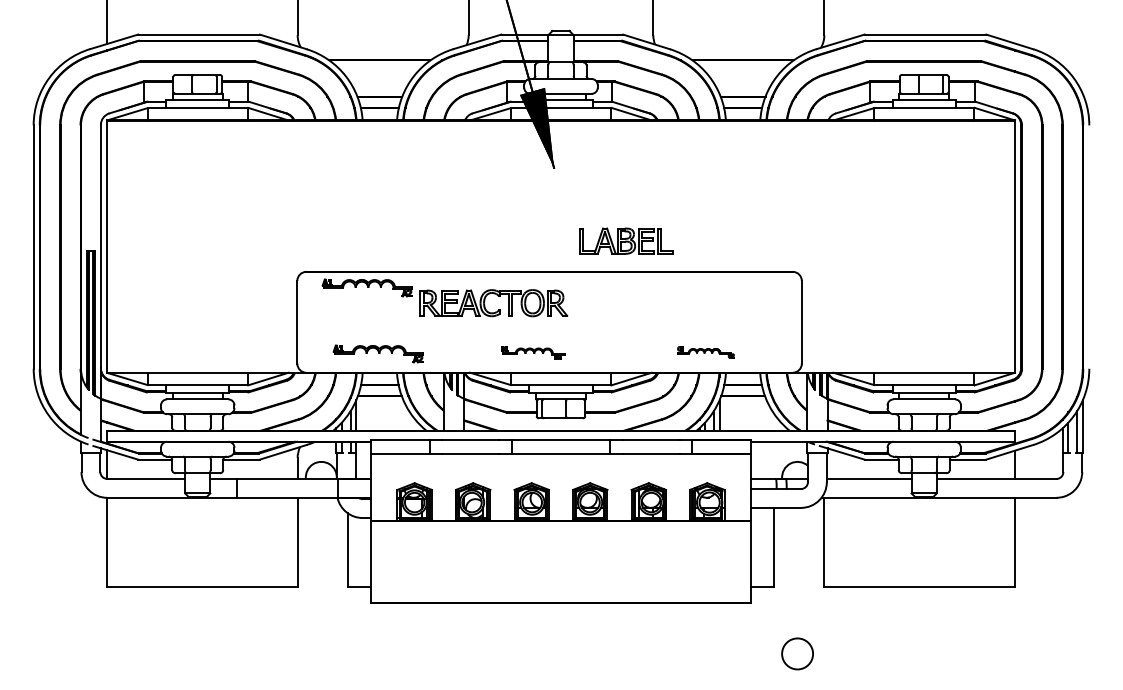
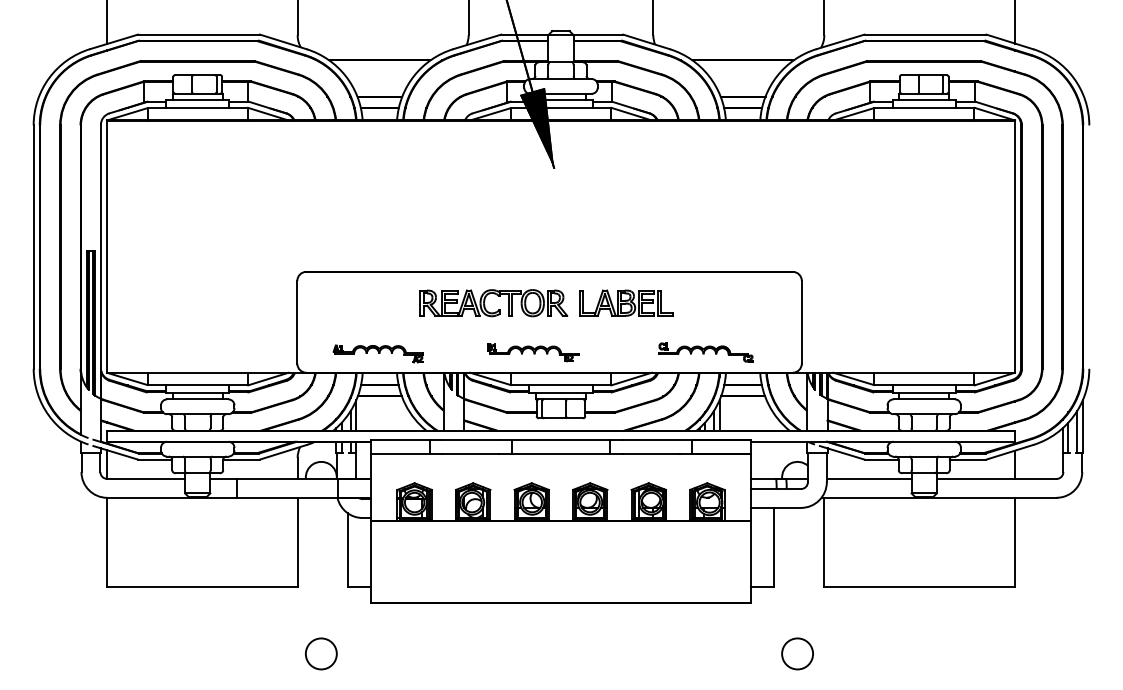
line at (1015, 22): none -> present
part at (626, 240) position: (626, 240) -> (626, 302)
part at (366, 287): present -> none
part at (533, 352) size: 65x14 px -> 93x20 px
part at (705, 352) size: 58x13 px -> 96x21 px
circle at (321, 653): none -> present
